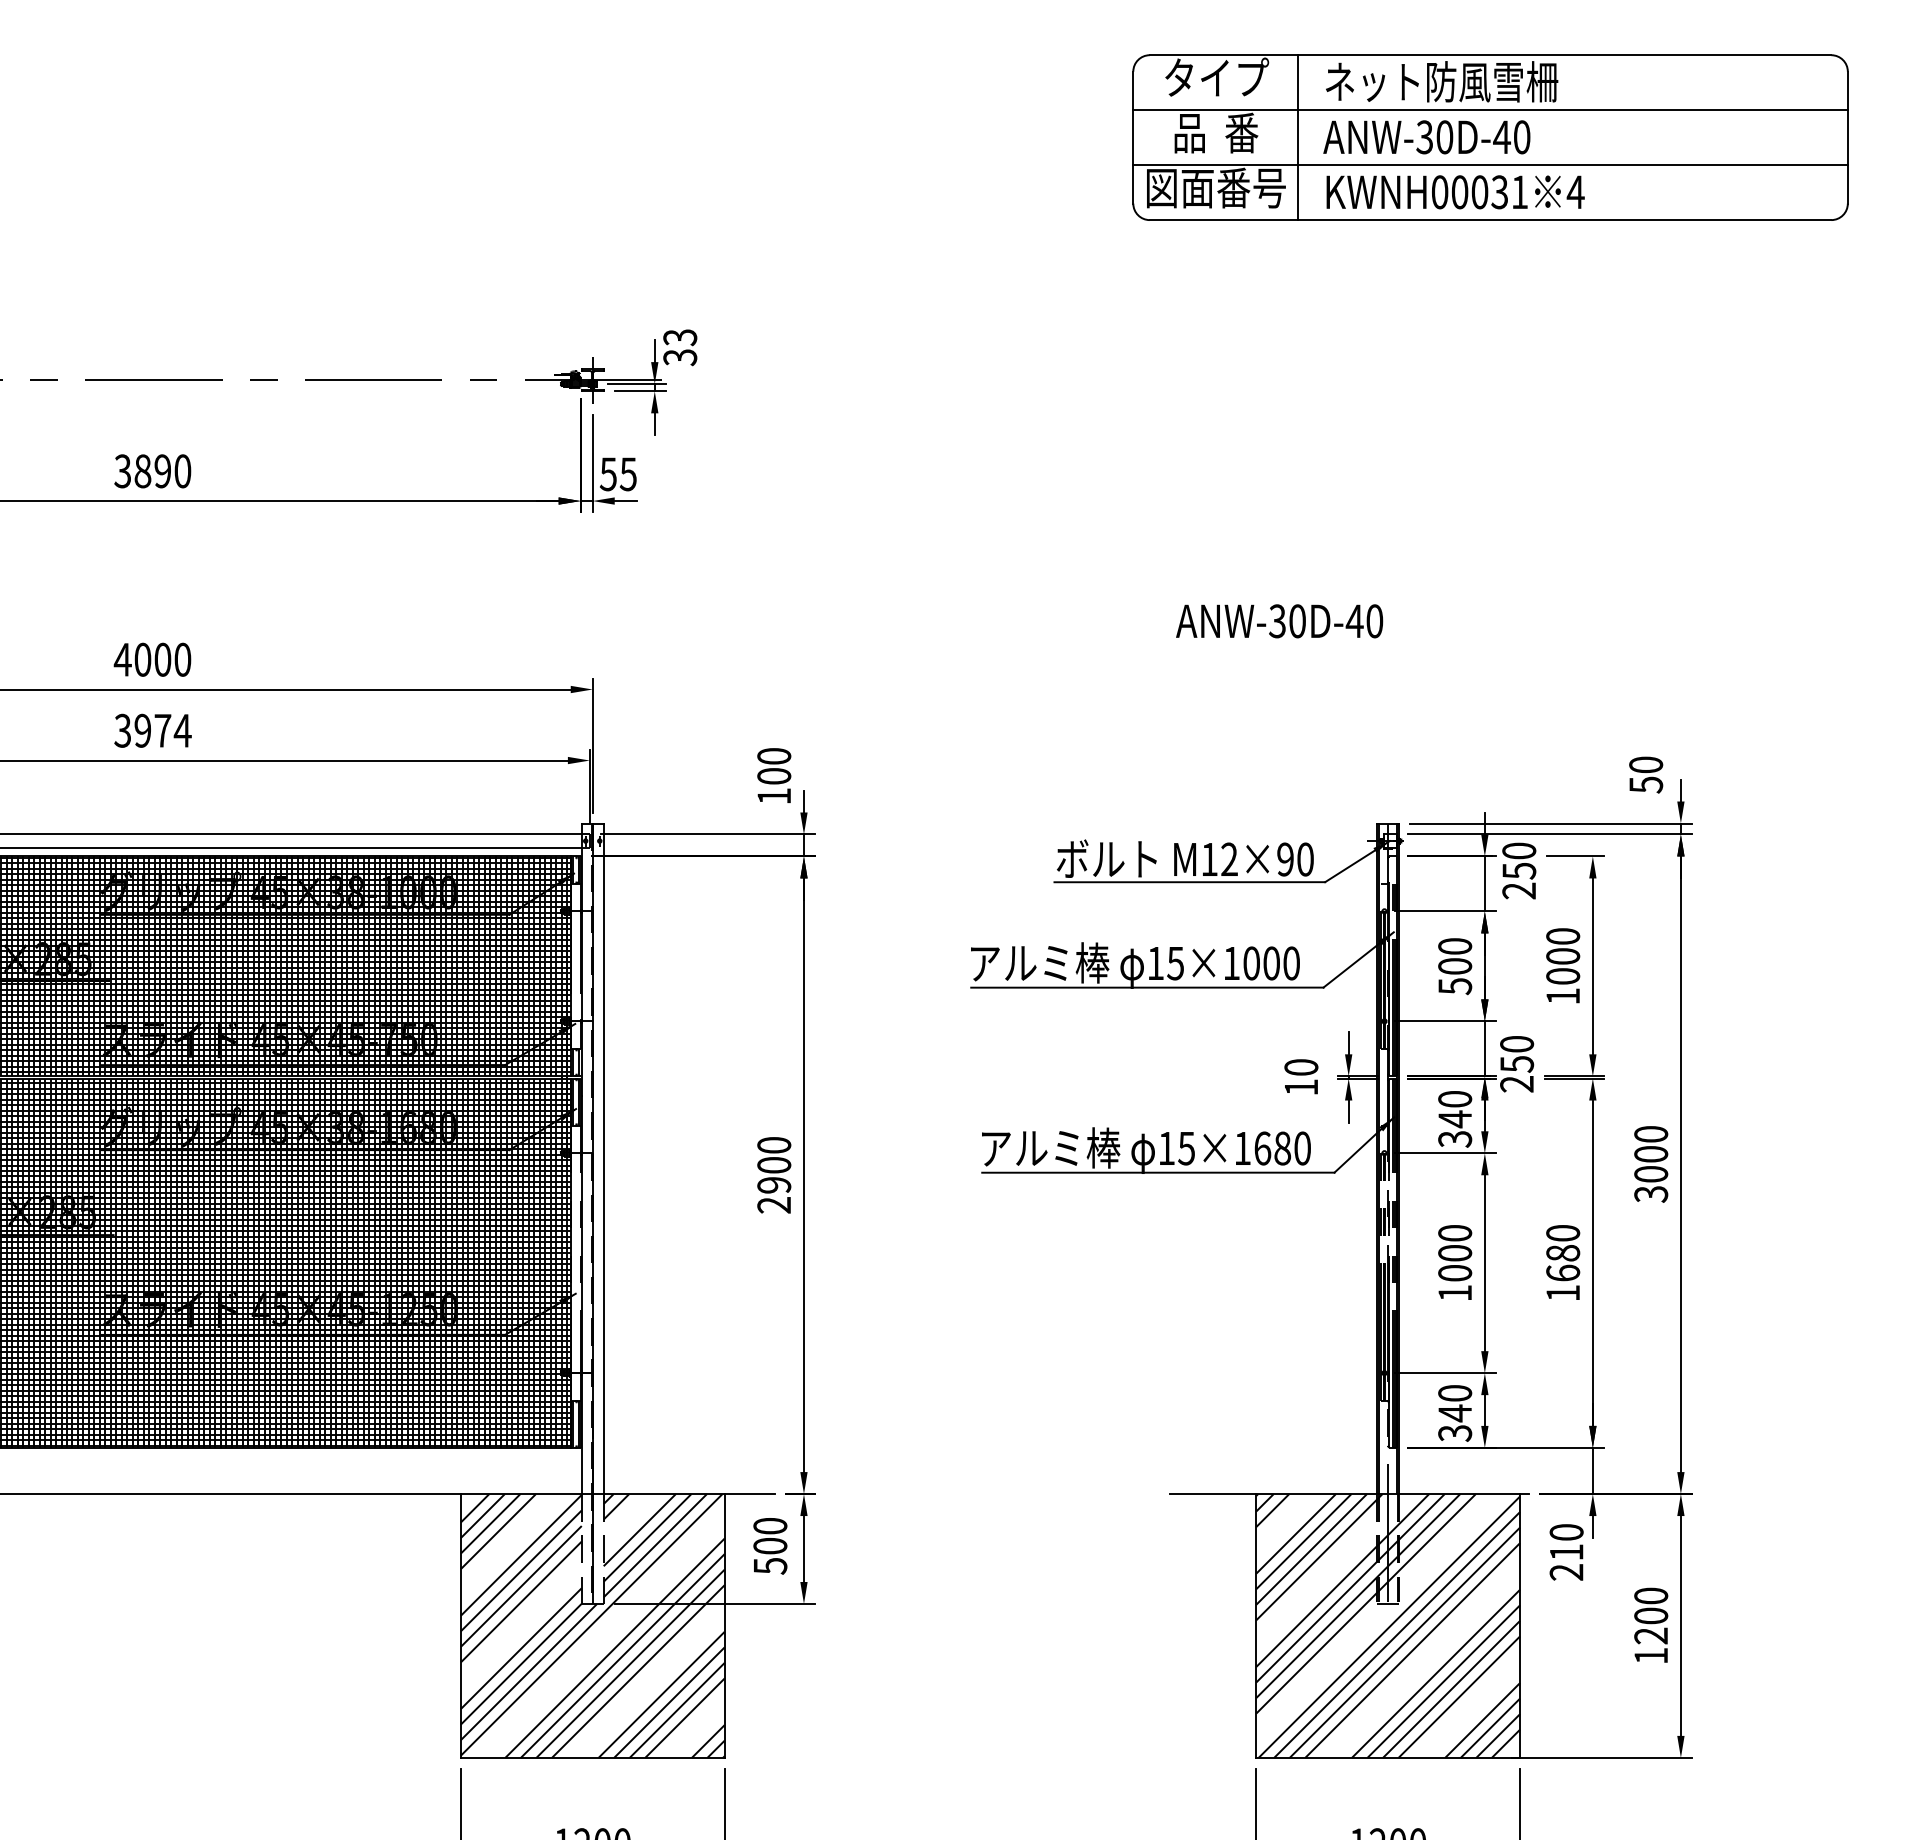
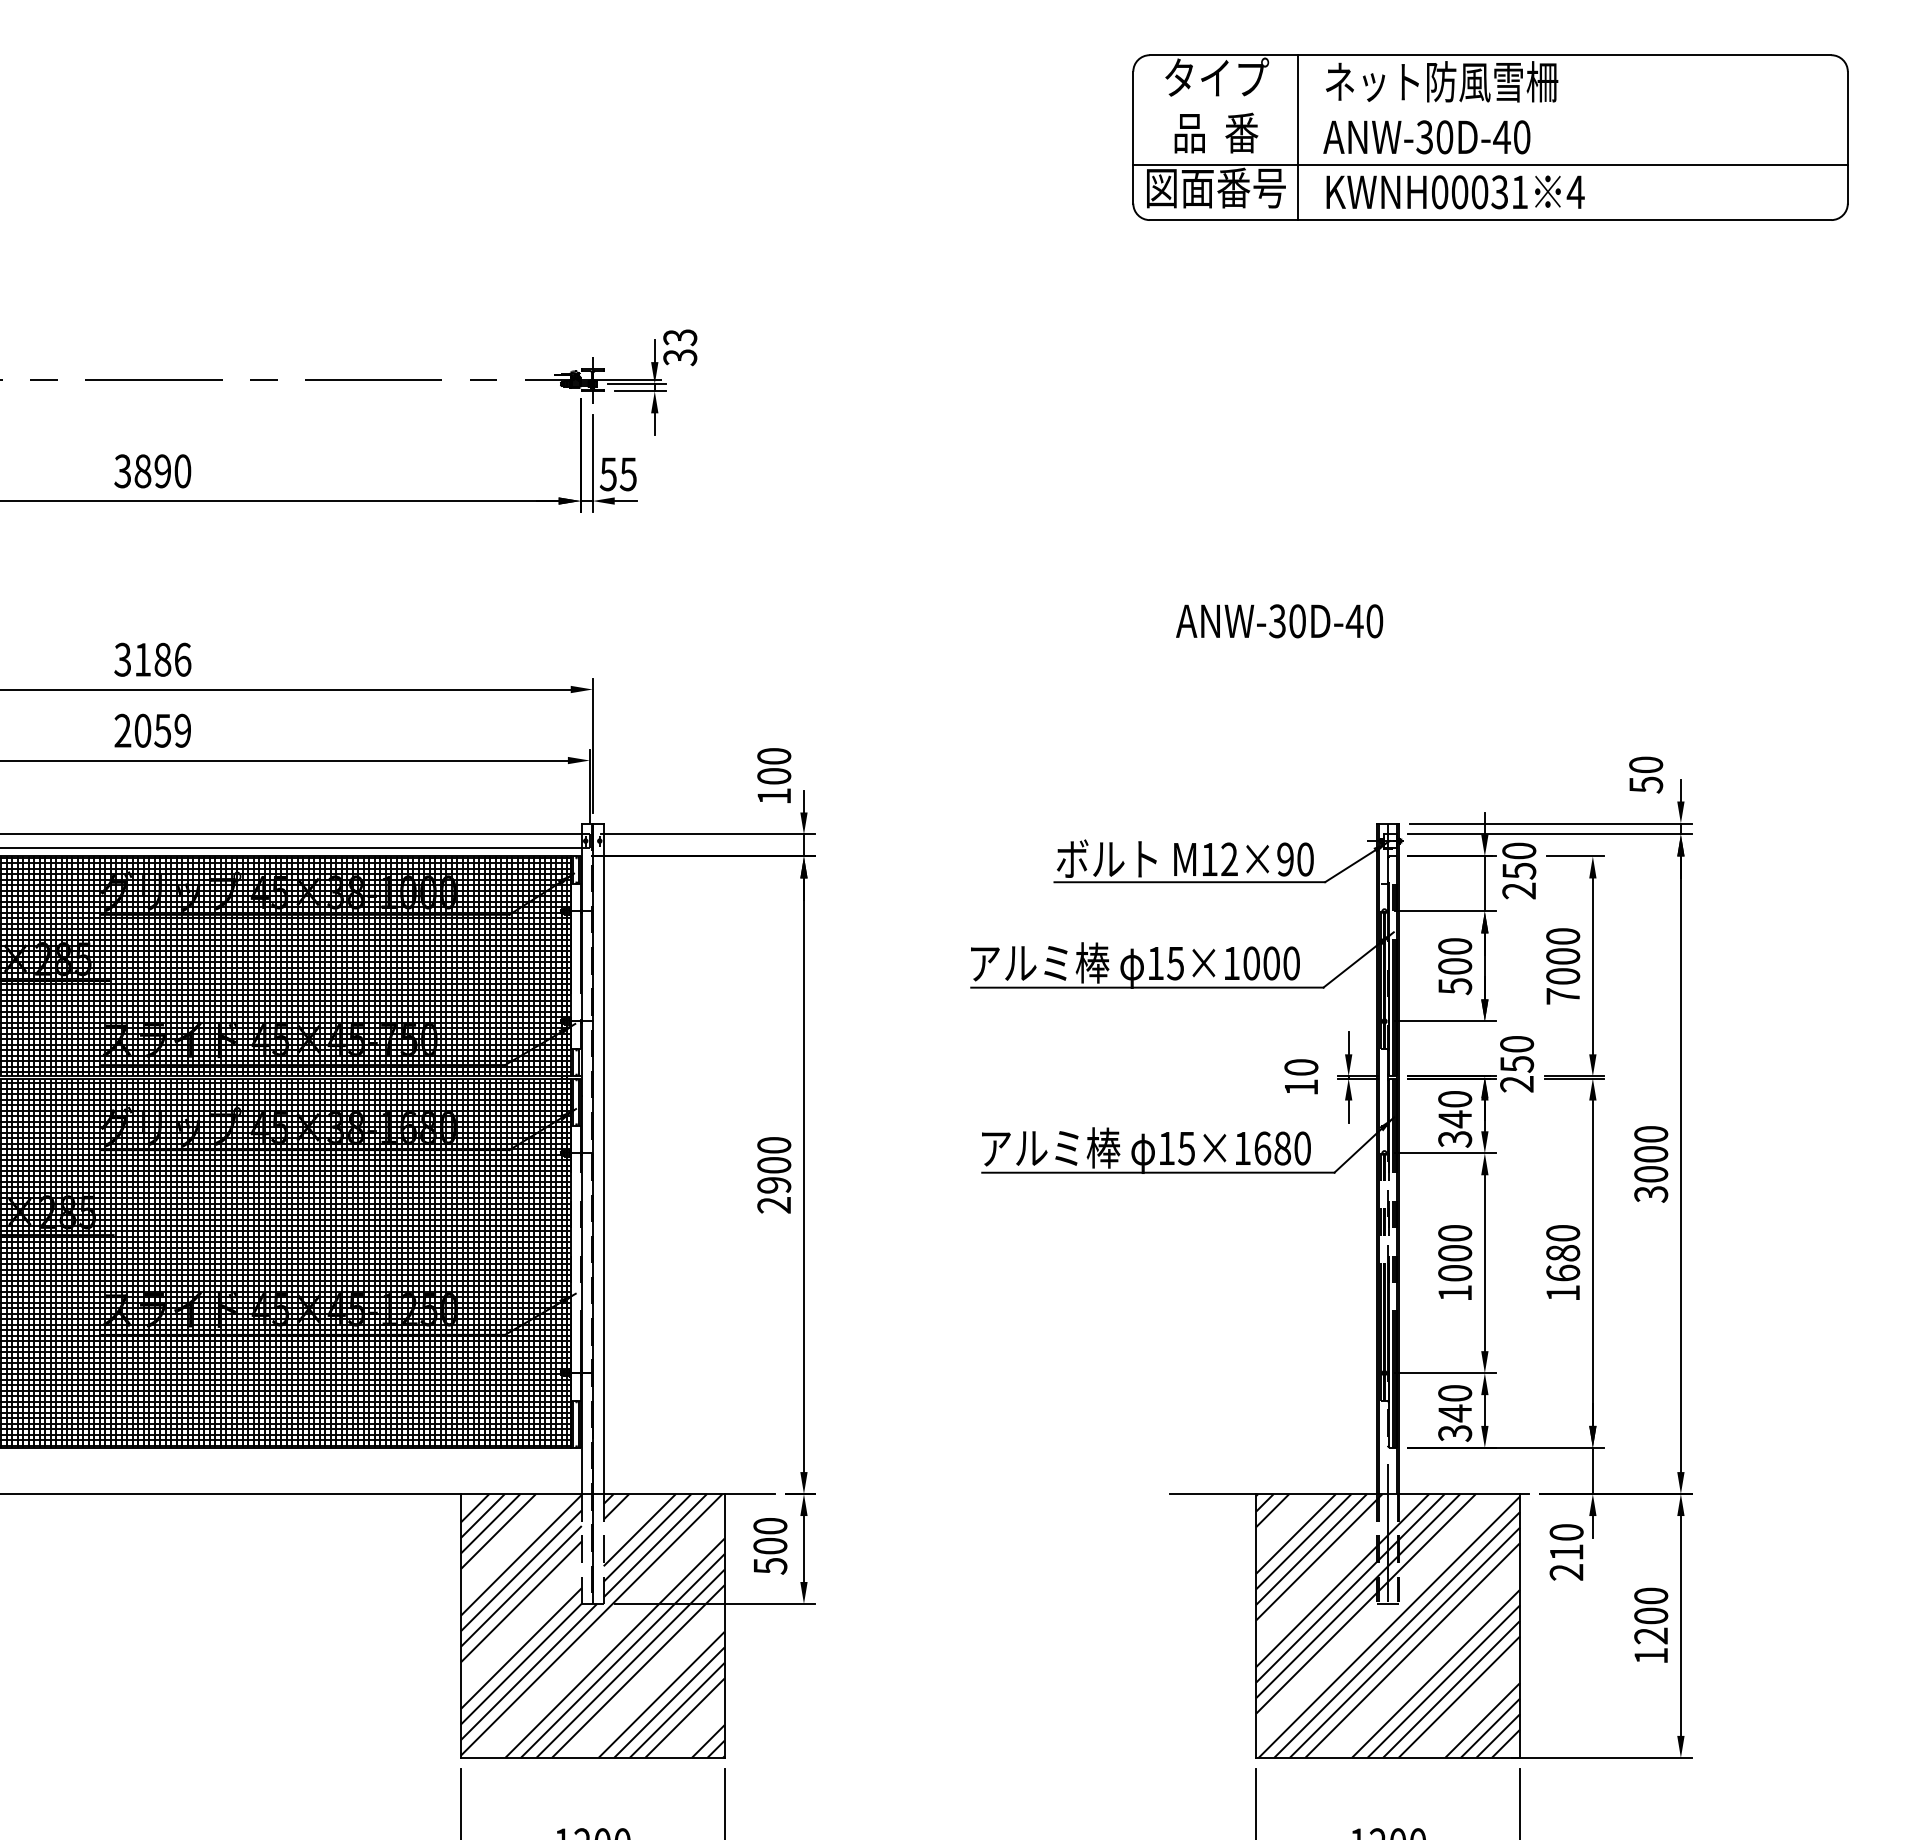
line at (1490, 110): present -> none
text at (152, 659): 4000 -> 3186
text at (152, 730): 3974 -> 2059
text at (1562, 996): 1000 -> 7000
line at (1484, 1048): present -> none
